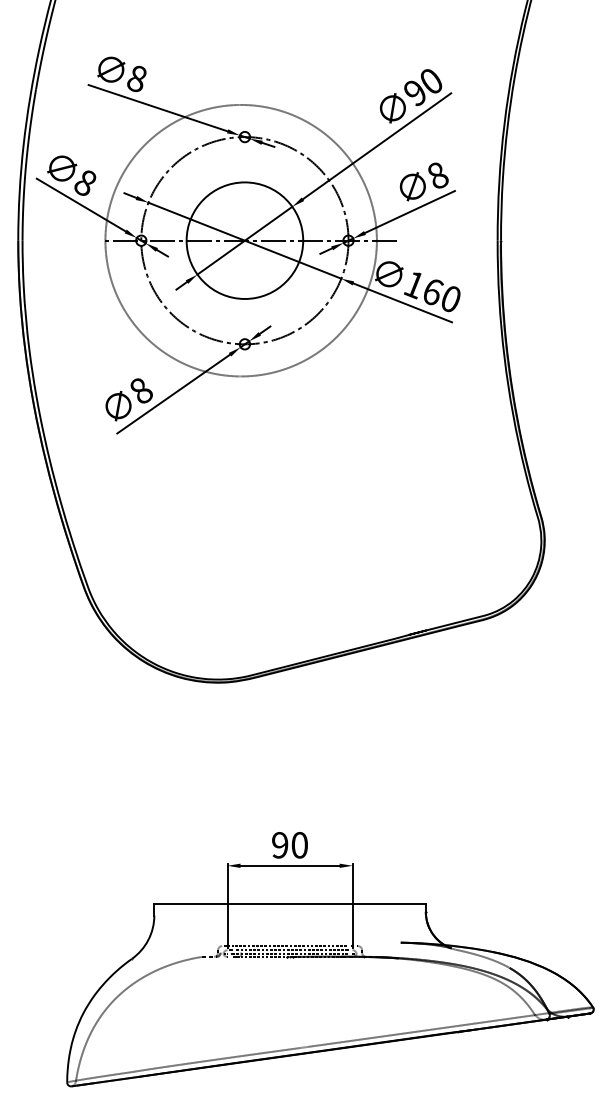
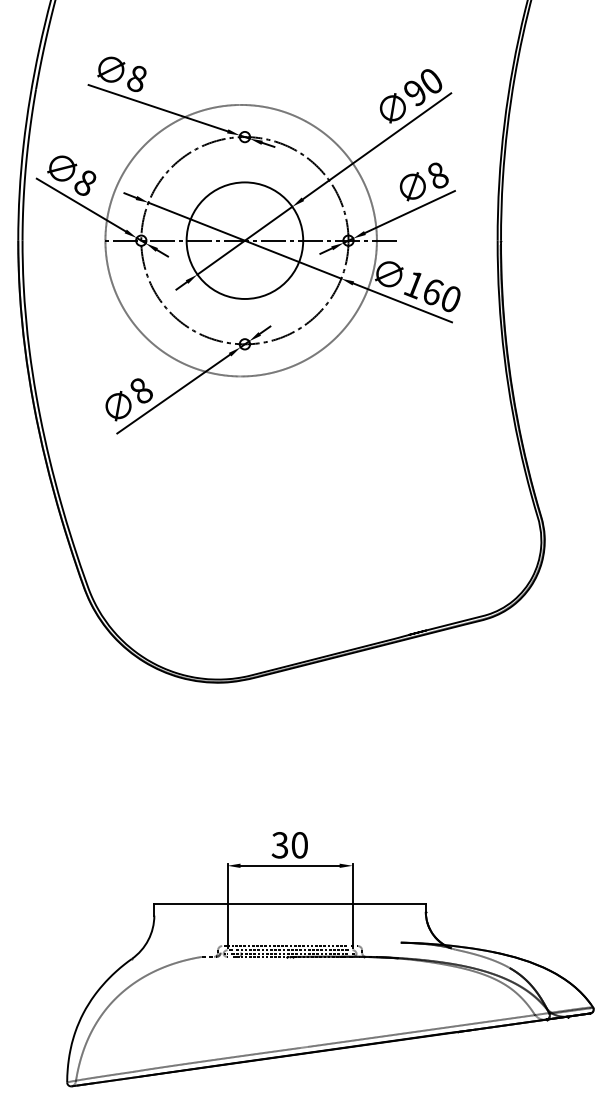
text at (279, 845): 90 -> 30
